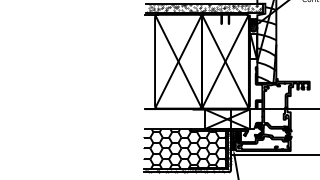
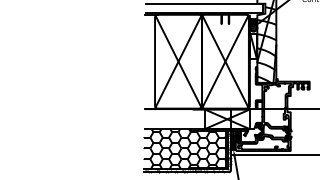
hatch at (204, 8): present -> none
